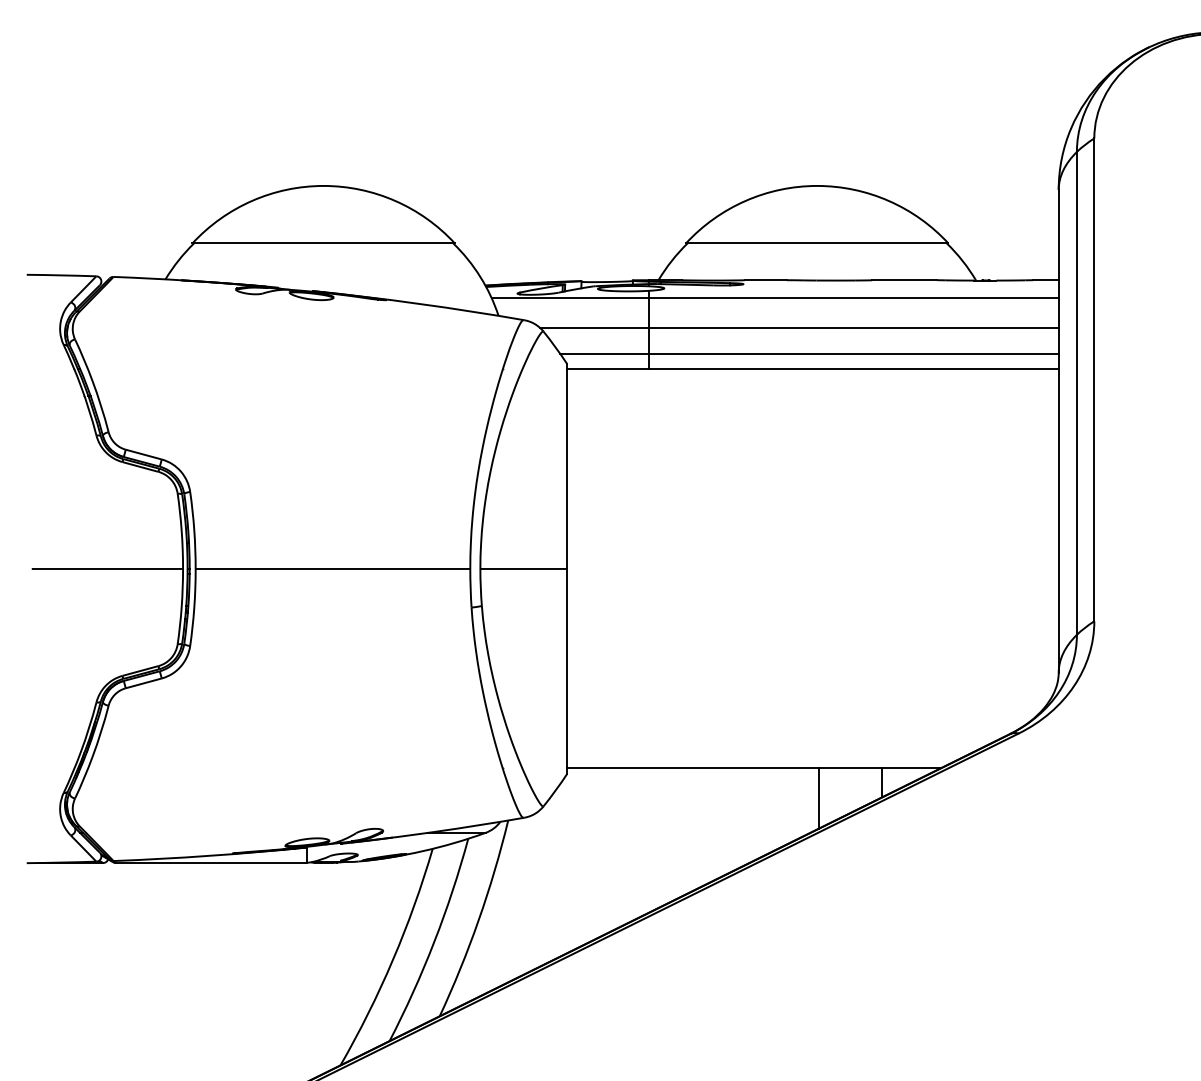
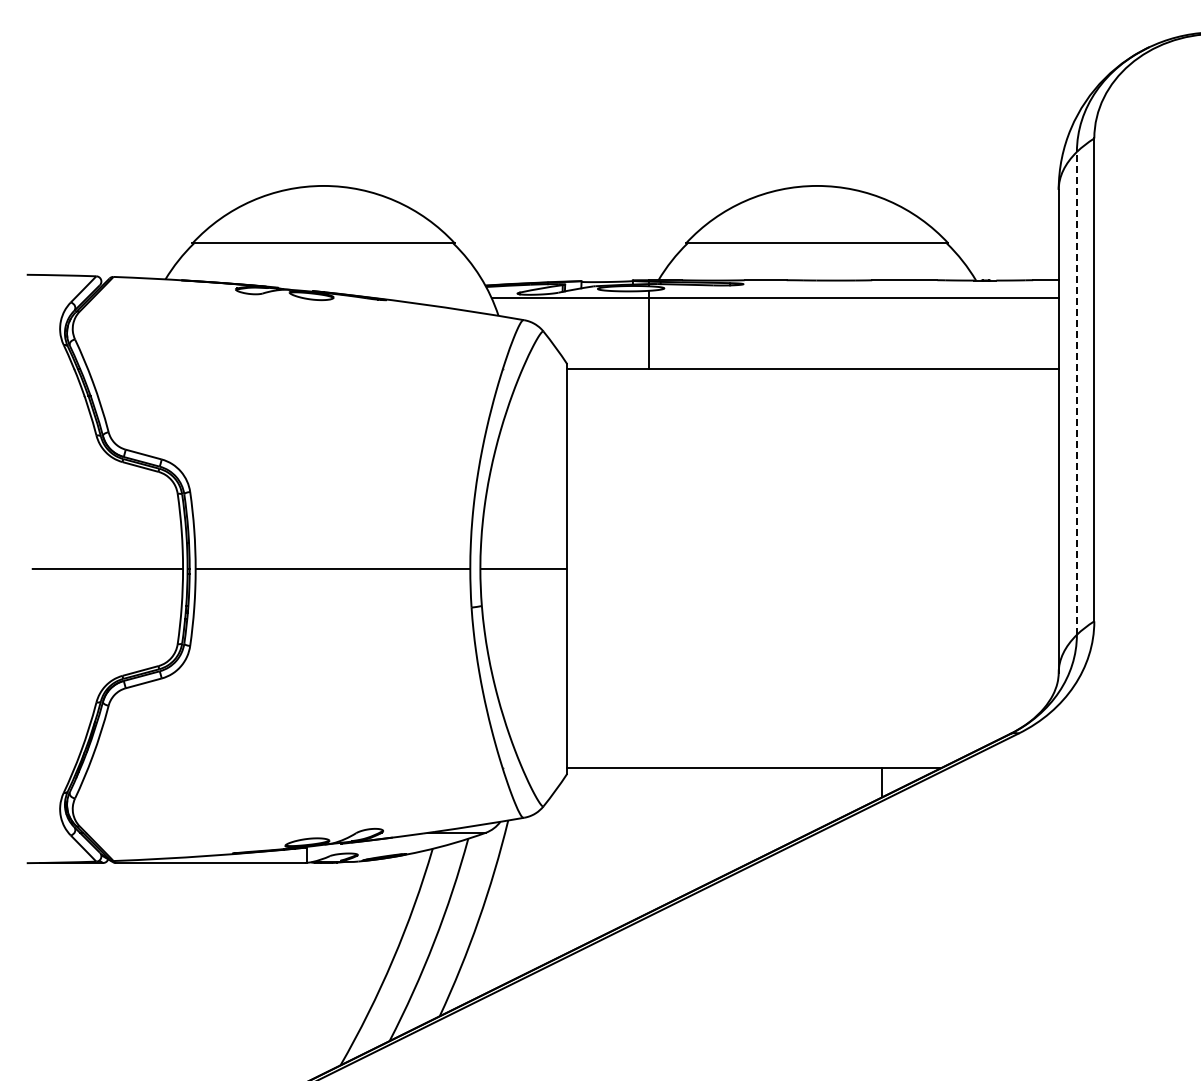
line at (799, 328): present -> none
line at (809, 353): present -> none
line at (1076, 392): solid -> dashed
line at (819, 798): present -> none
